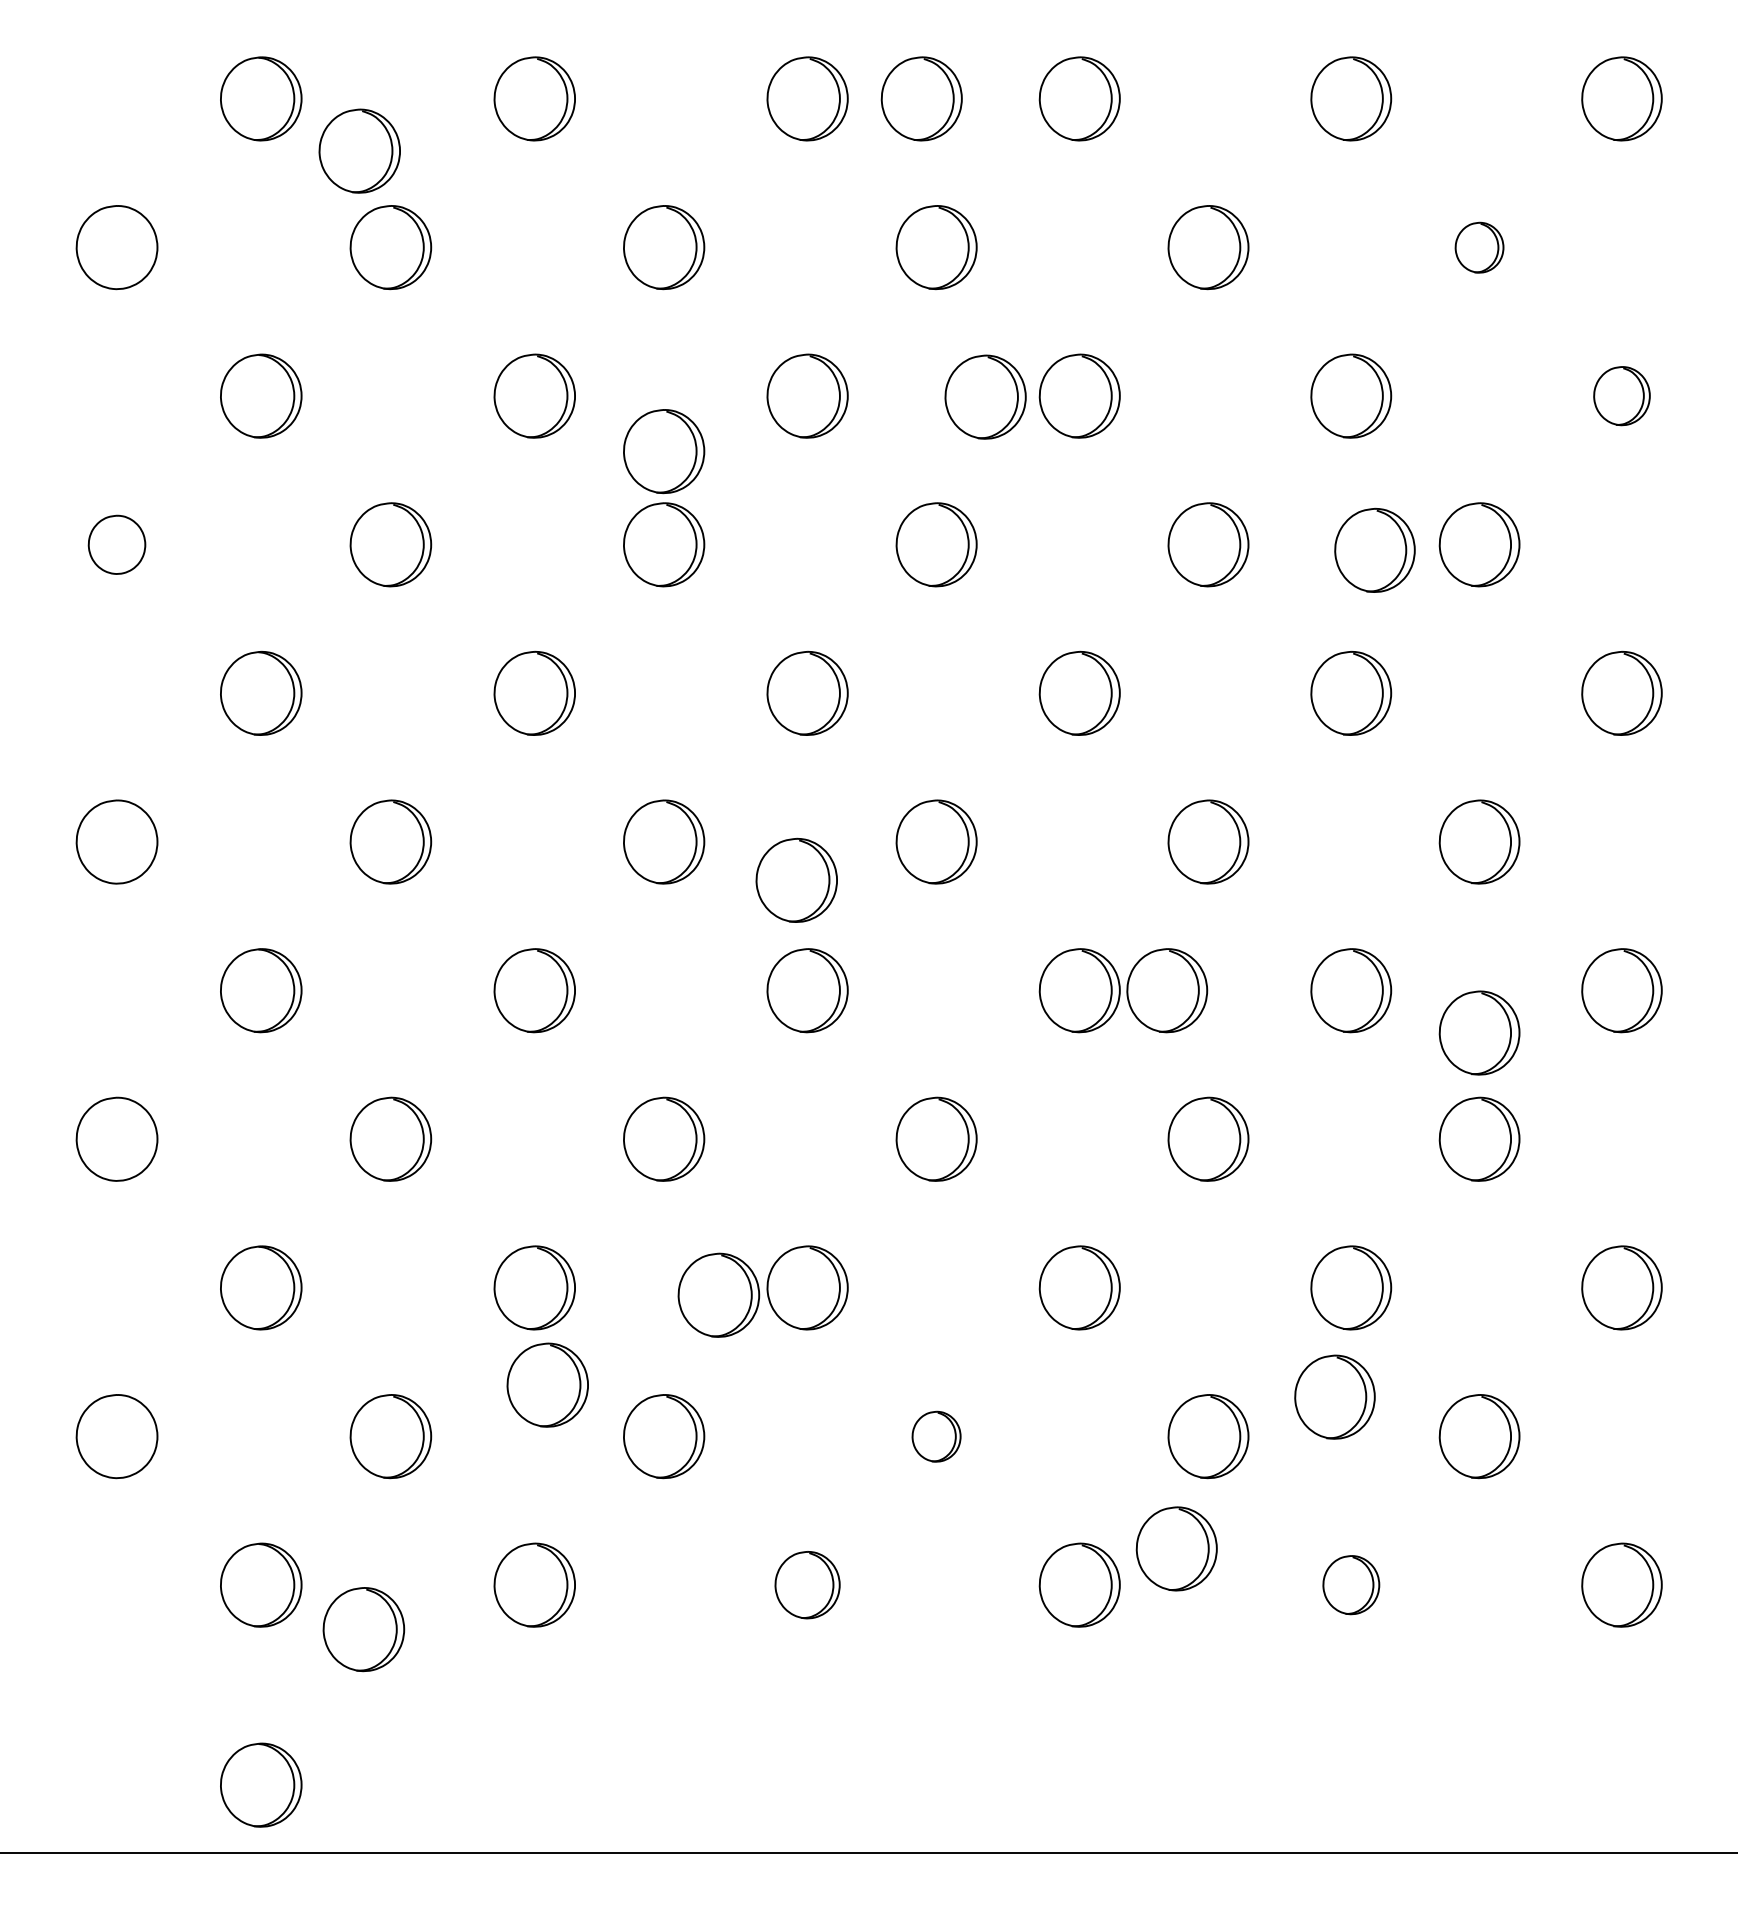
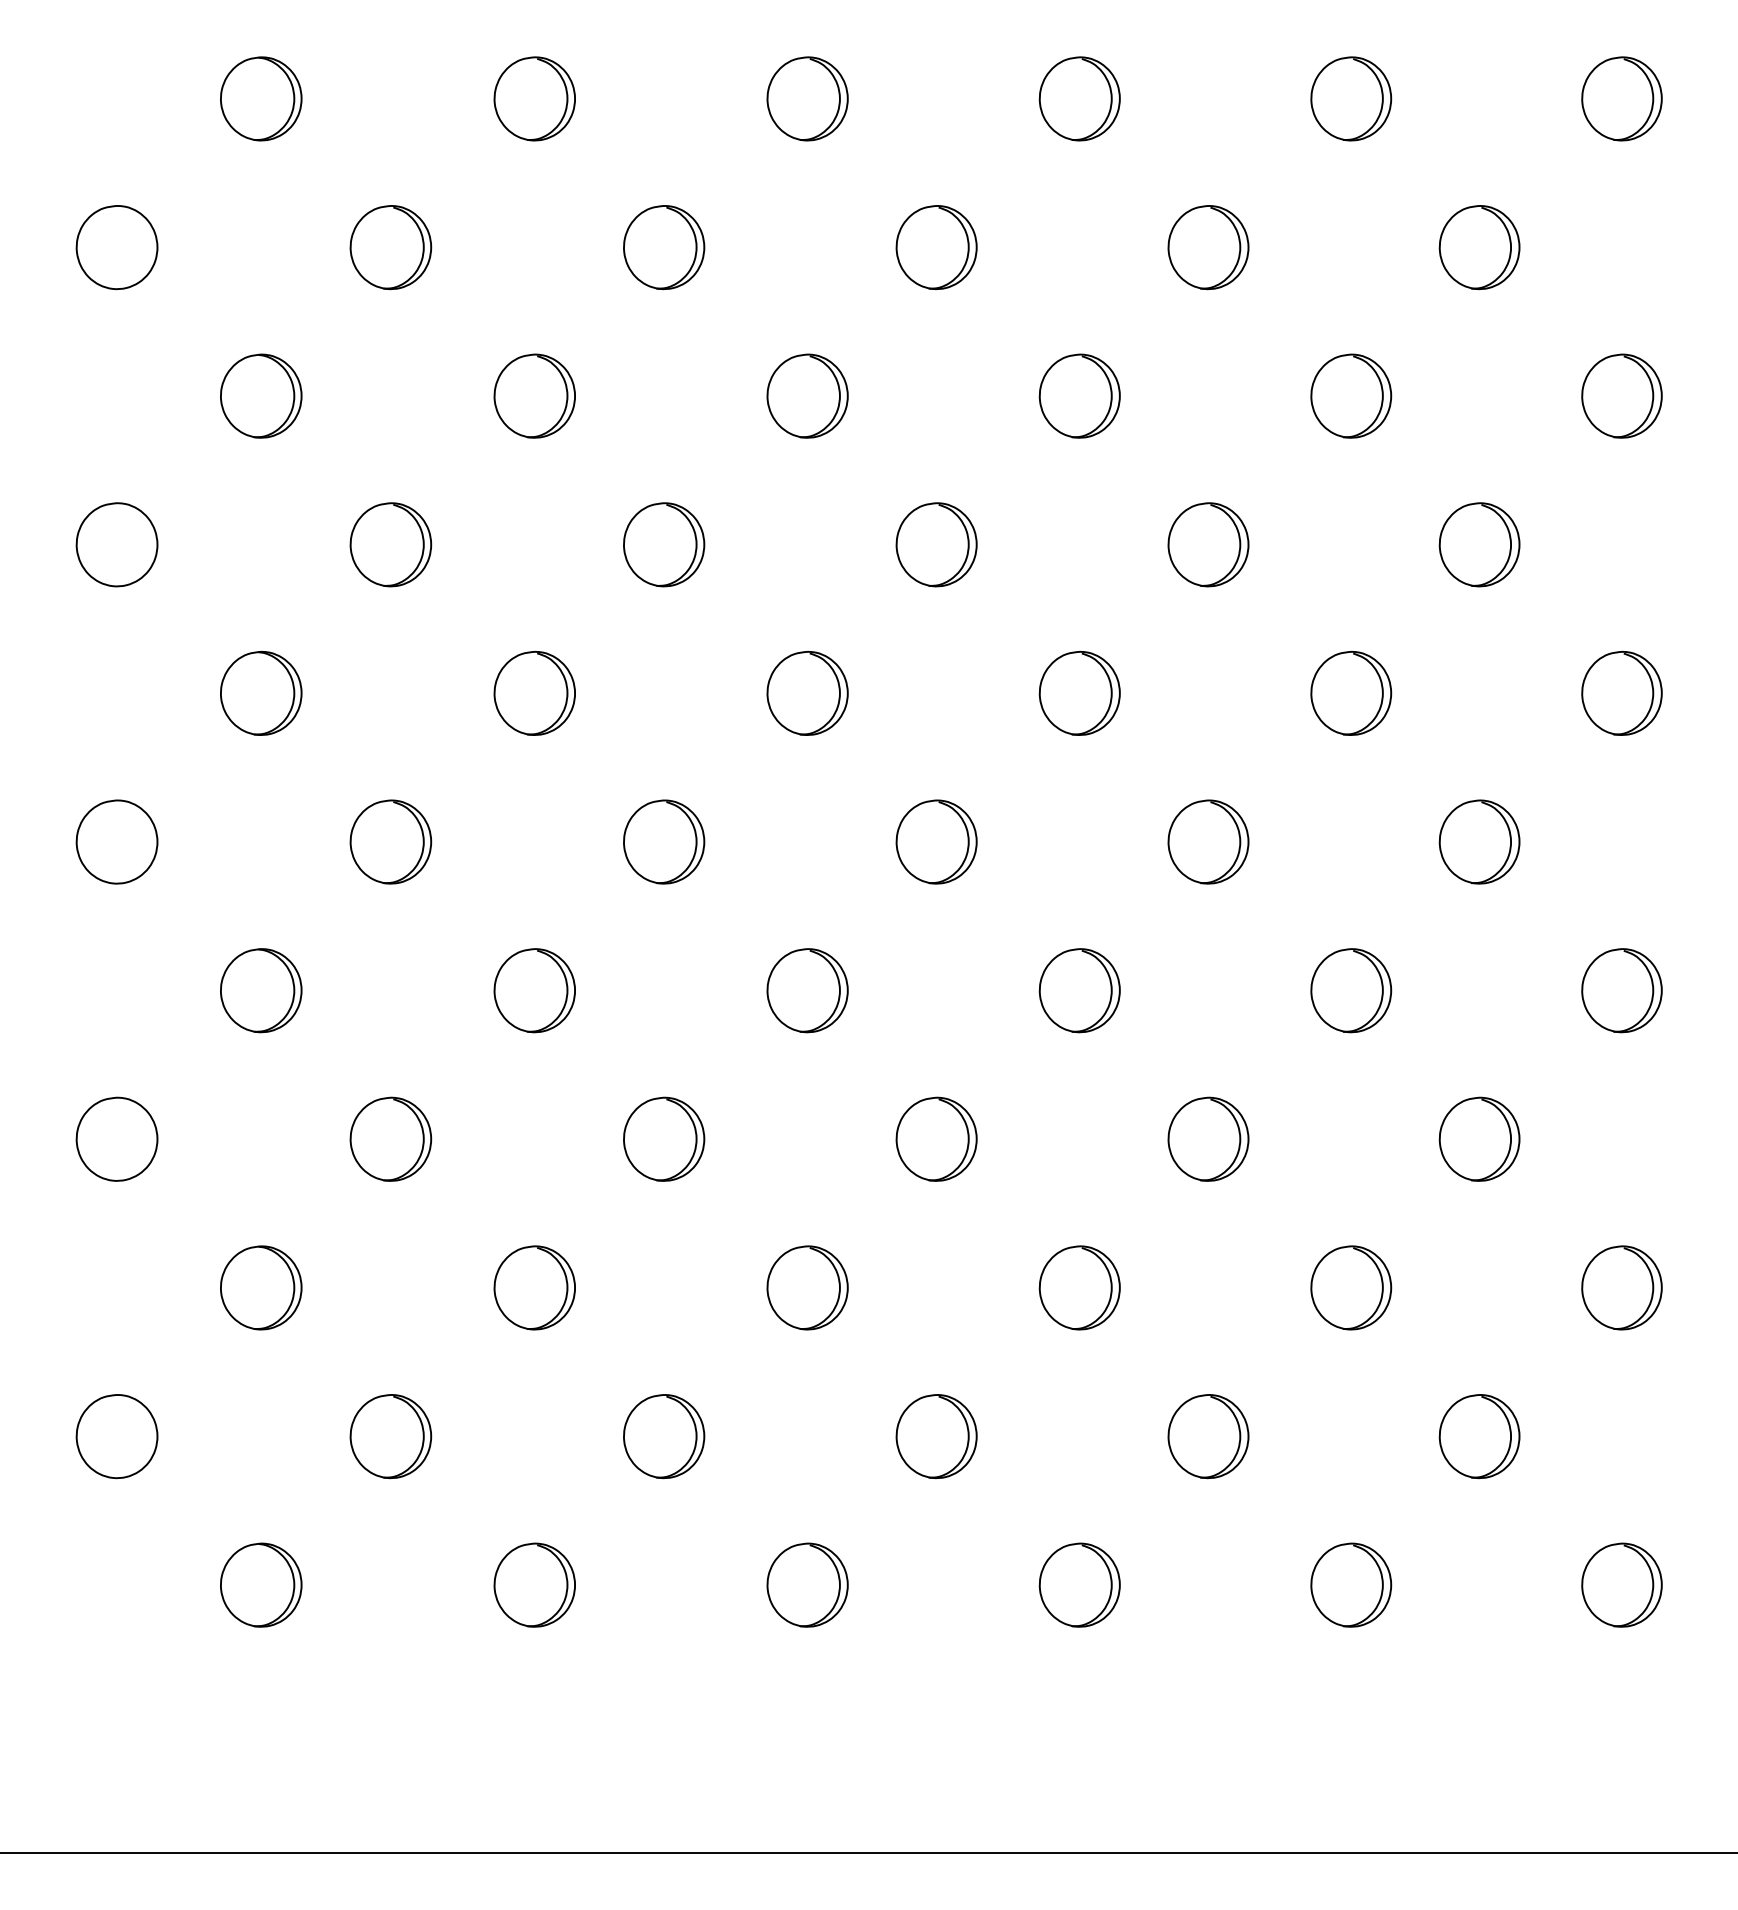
part at (921, 98): present -> none
part at (359, 150): present -> none
part at (1479, 247) size: 51x53 px -> 83x86 px
part at (985, 396): present -> none
part at (1621, 396) size: 58x61 px -> 82x86 px
part at (664, 451): present -> none
part at (116, 544) size: 60x61 px -> 84x86 px
part at (1374, 549): present -> none
part at (796, 879): present -> none
part at (1167, 990): present -> none
part at (1479, 1032): present -> none
part at (718, 1294): present -> none
part at (547, 1384): present -> none
part at (1334, 1396): present -> none
part at (936, 1436) size: 51x53 px -> 83x86 px
part at (1176, 1548): present -> none
part at (807, 1585) size: 67x69 px -> 83x86 px
part at (1351, 1585) size: 59x61 px -> 83x86 px
part at (363, 1629): present -> none
part at (261, 1784): present -> none
